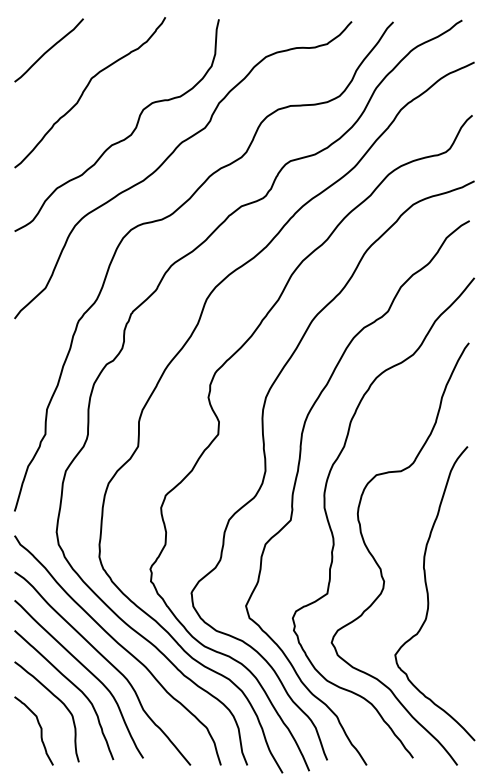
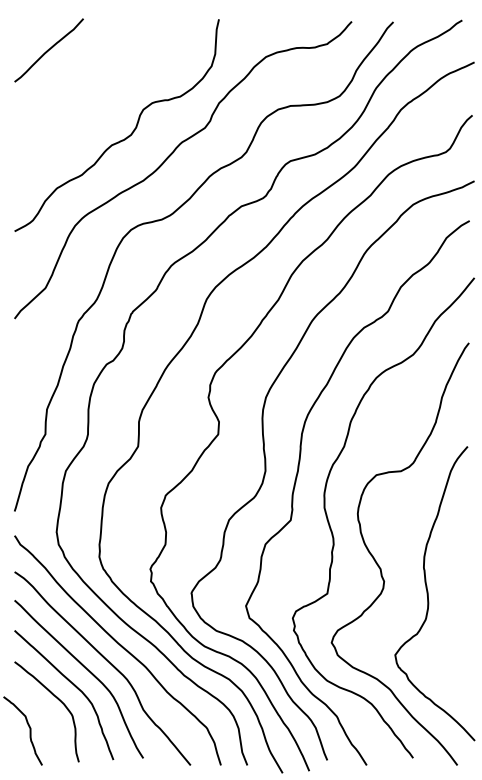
curve at (86, 89): present -> none
curve at (40, 730) position: (40, 730) -> (29, 730)
